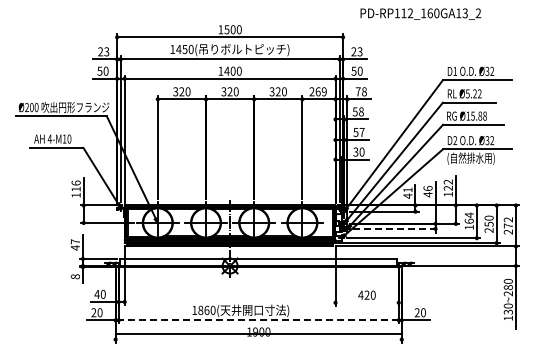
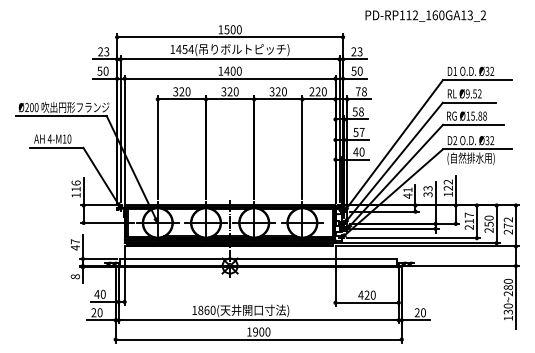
text at (420, 13) position: (420, 13) -> (425, 15)
text at (190, 49): 1450( -> 1454(
text at (320, 91): 269 -> 220
text at (470, 93): Ø5.22 -> Ø9.52
text at (355, 151): 30 -> 40
text at (427, 191): 46 -> 33
text at (468, 220): 164 -> 217
line at (395, 228): dashed -> solid
line at (366, 302): none -> present
line at (258, 320): dashed -> solid
line at (258, 333) position: (258, 333) -> (258, 339)
